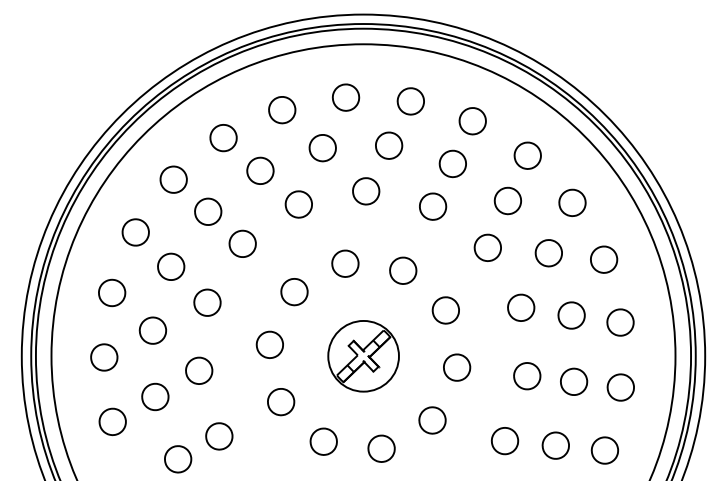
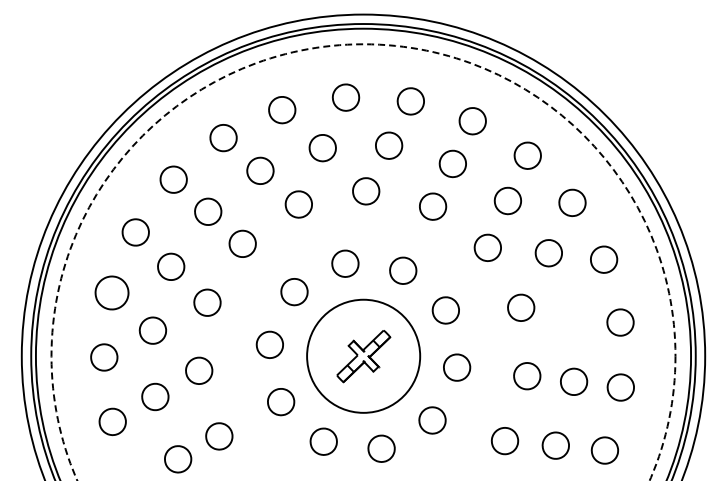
circle at (363, 262): solid -> dashed
part at (112, 292) size: 29x30 px -> 36x36 px
part at (571, 315): present -> none
circle at (363, 355) diameter: 71 px -> 113 px
